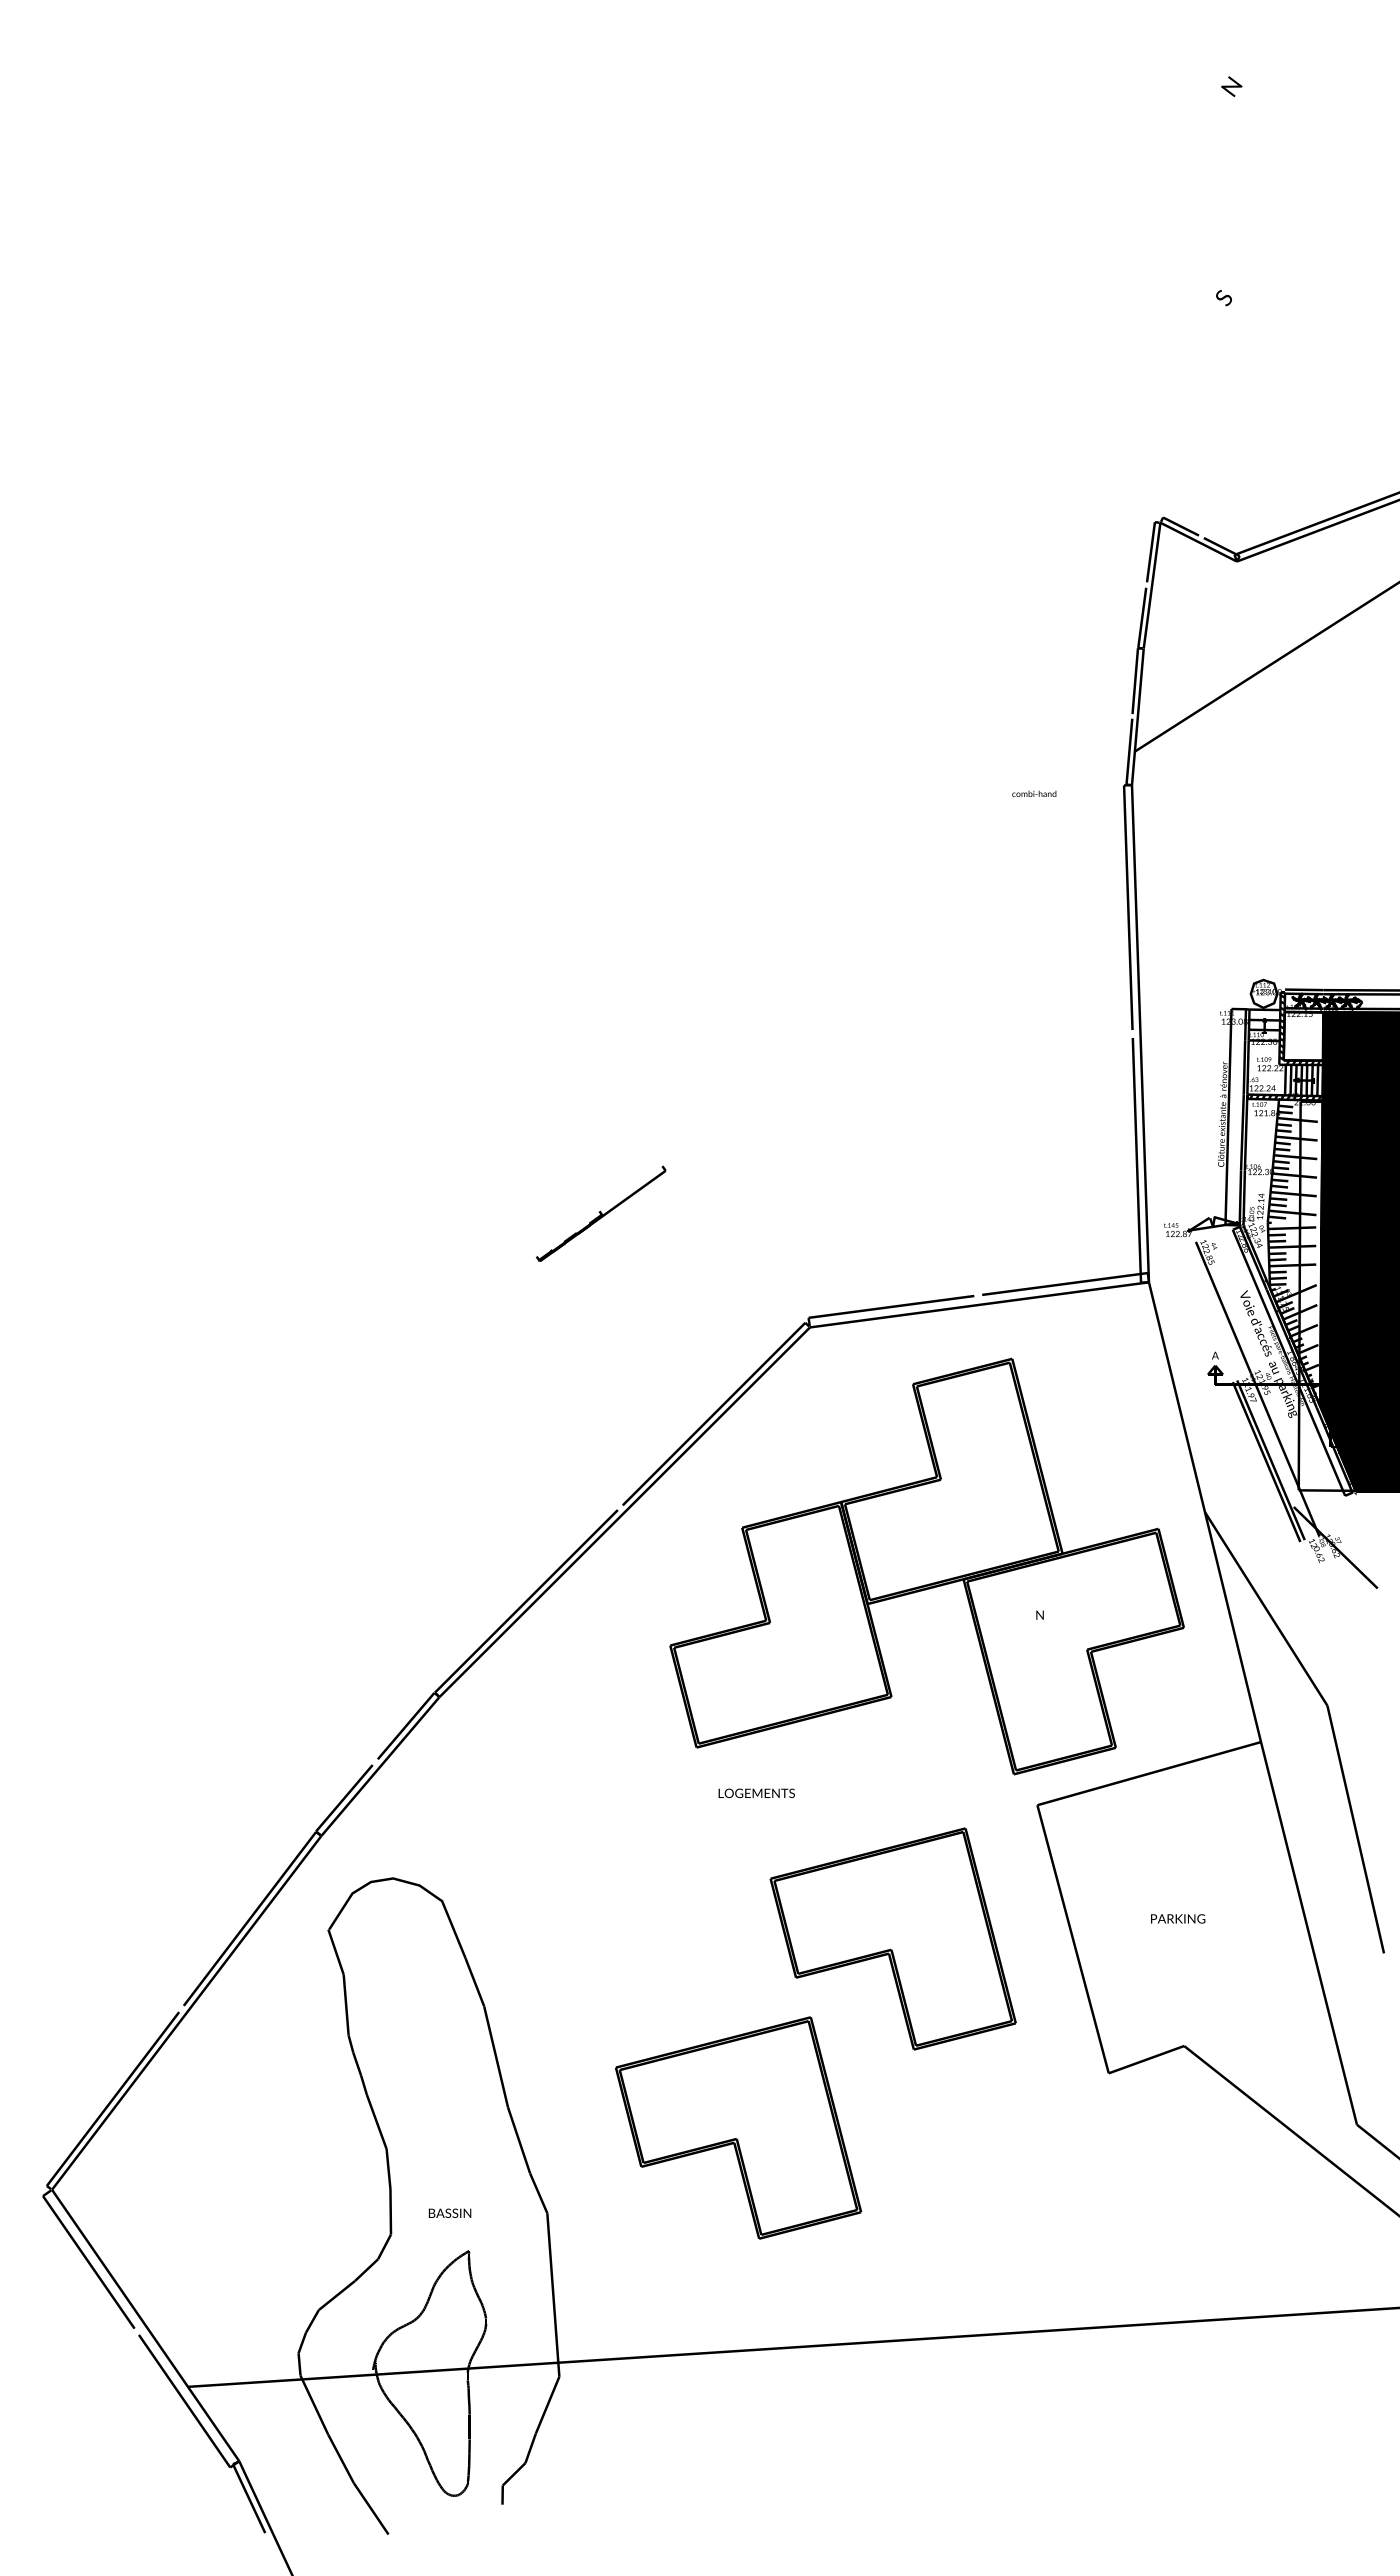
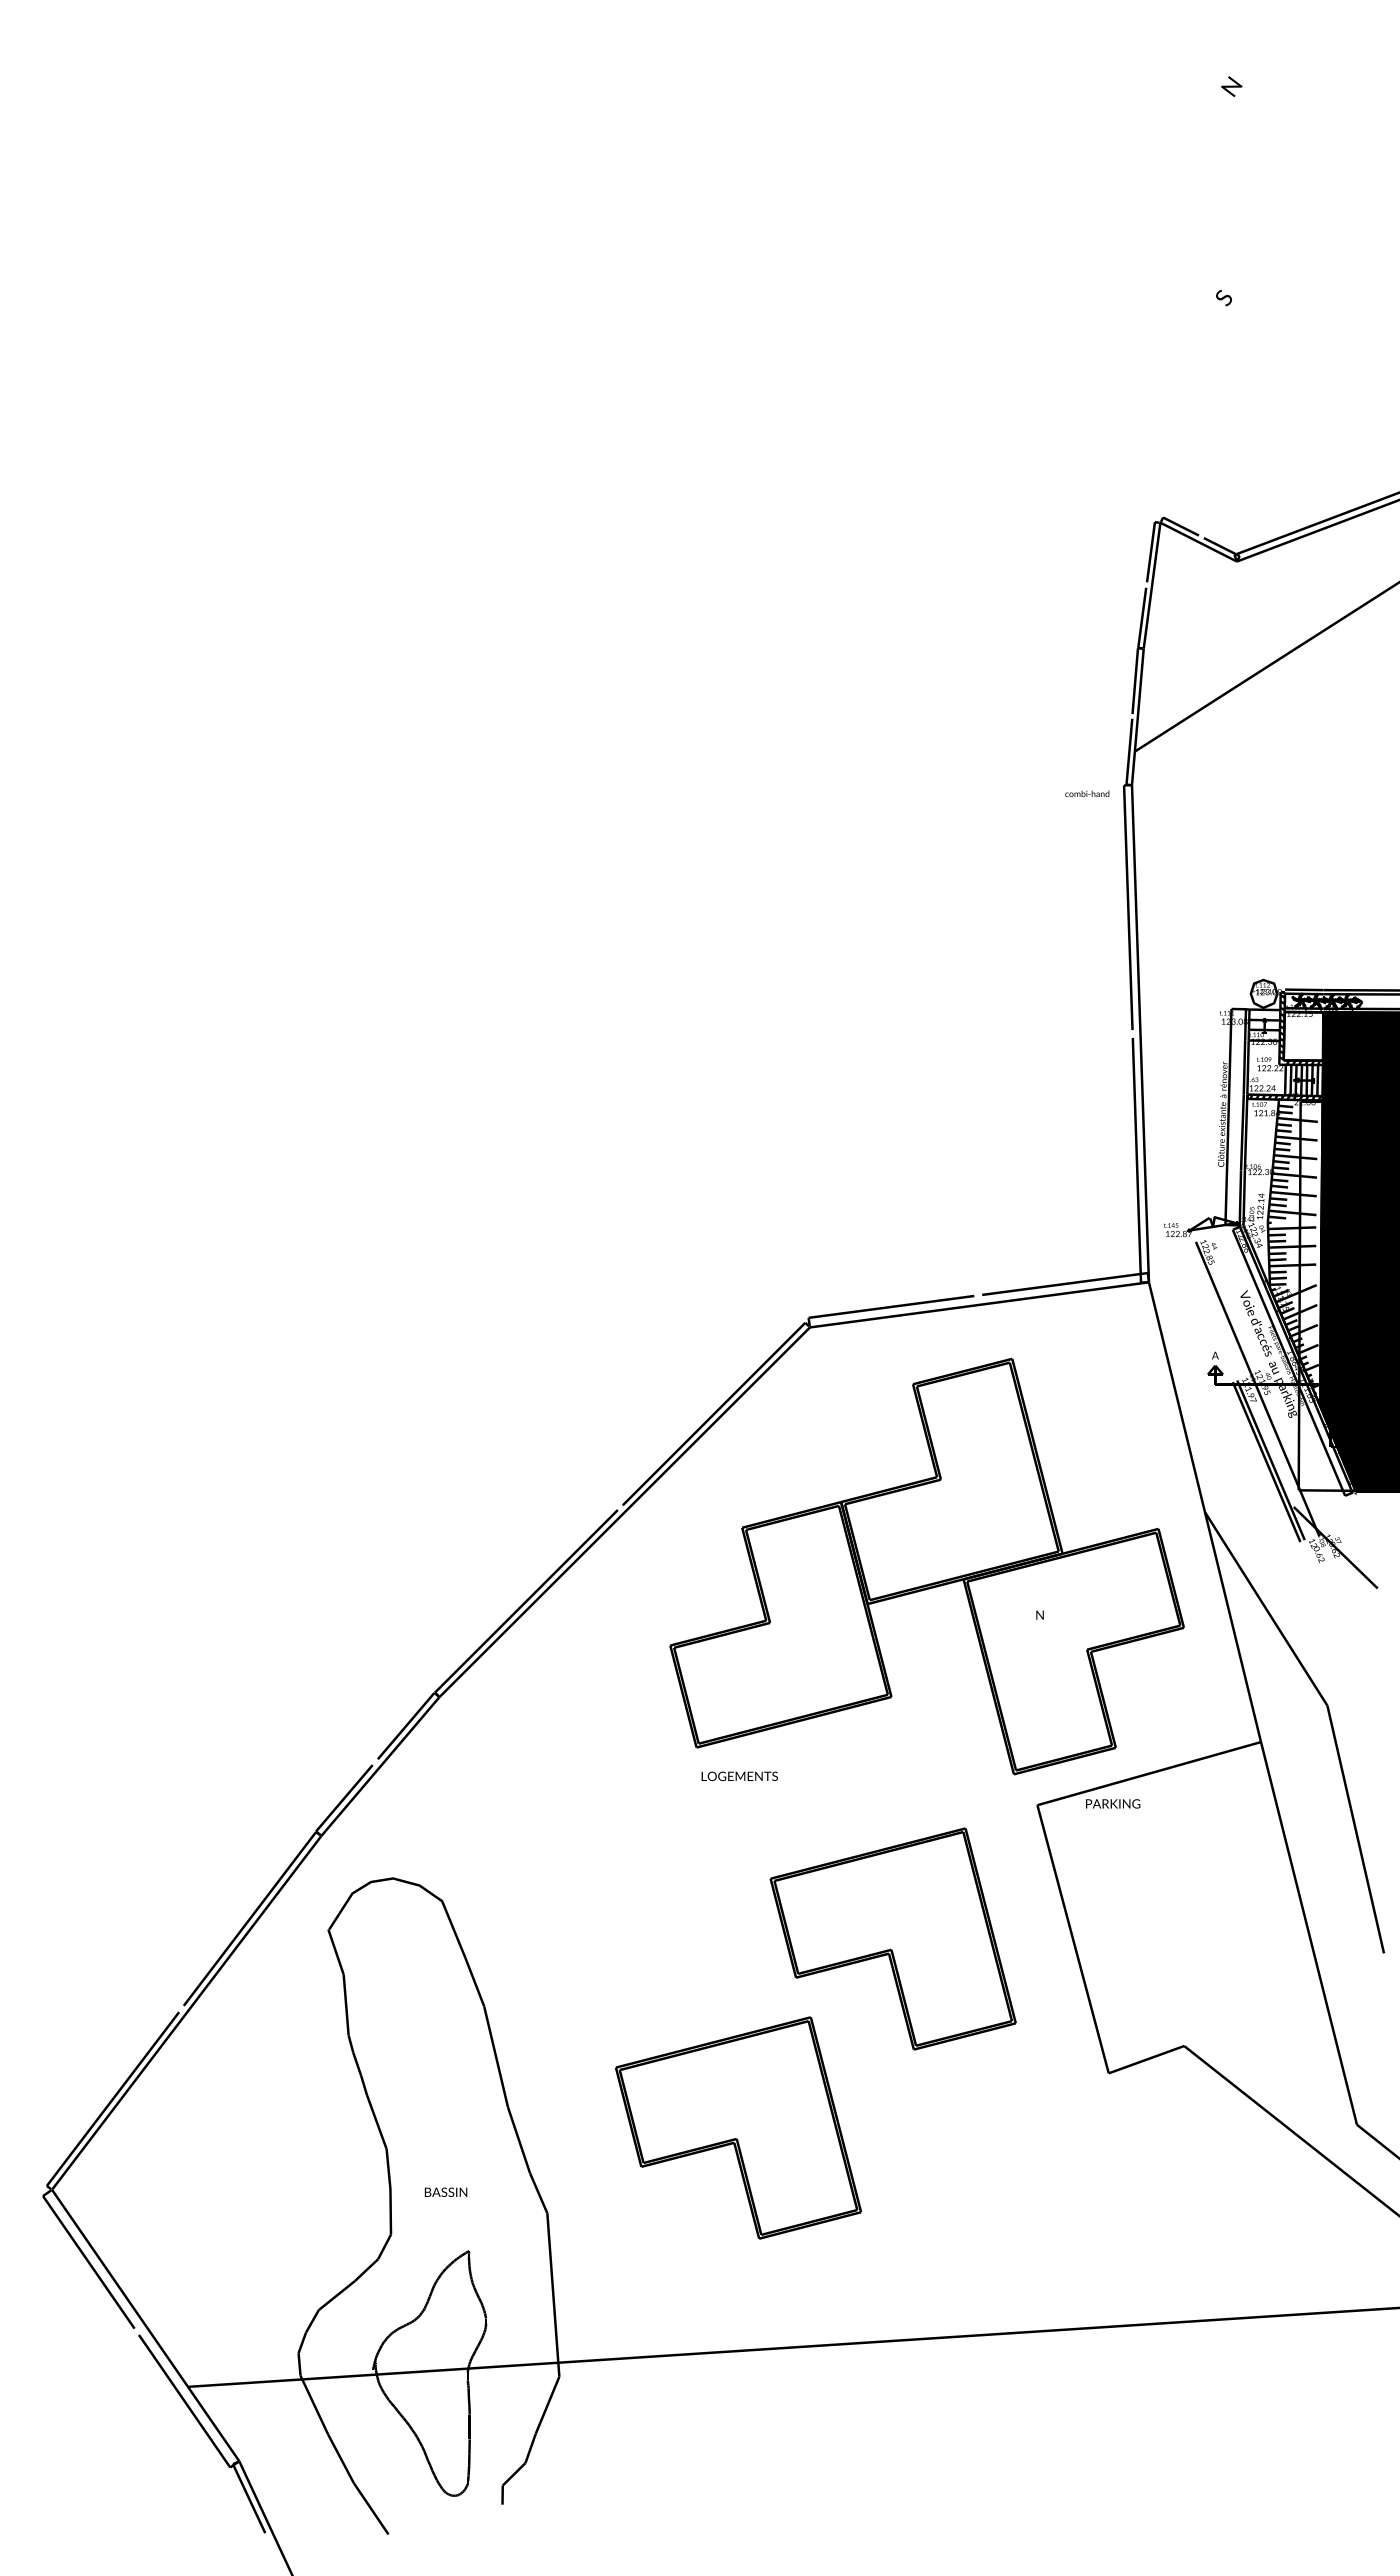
text at (1034, 793) position: (1034, 793) -> (1087, 793)
part at (601, 1213): present -> none
text at (756, 1792) position: (756, 1792) -> (739, 1775)
text at (1178, 1918) position: (1178, 1918) -> (1113, 1803)
text at (449, 2212) position: (449, 2212) -> (445, 2191)
